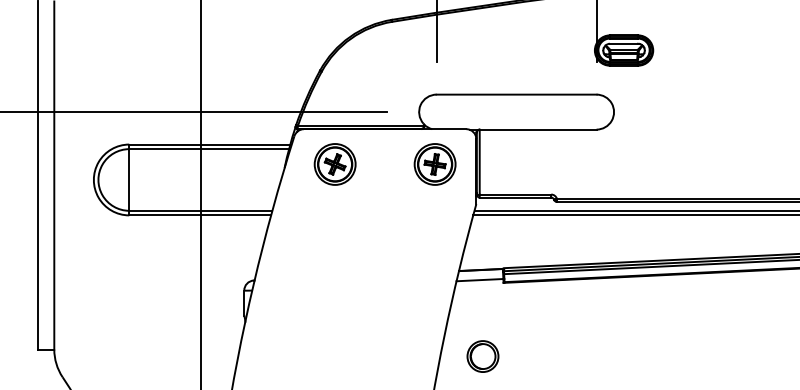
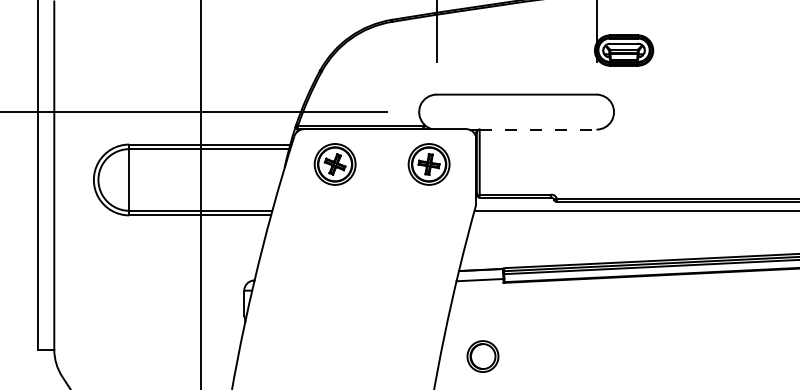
line at (538, 129): solid -> dashed
part at (434, 164) position: (434, 164) -> (428, 164)
line at (634, 215): present -> none
